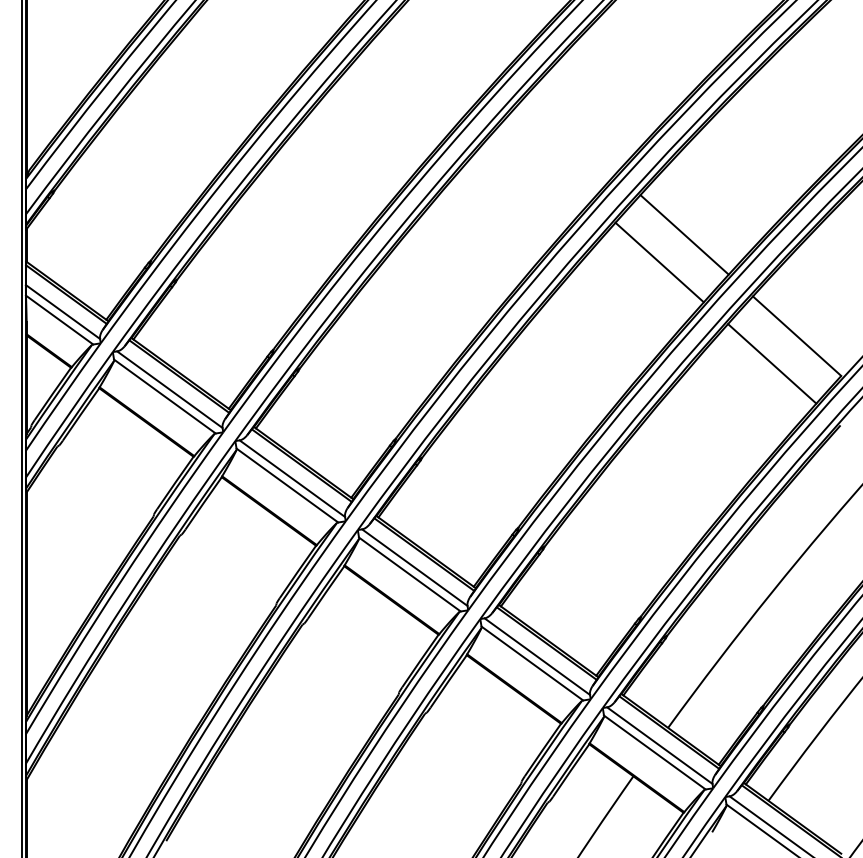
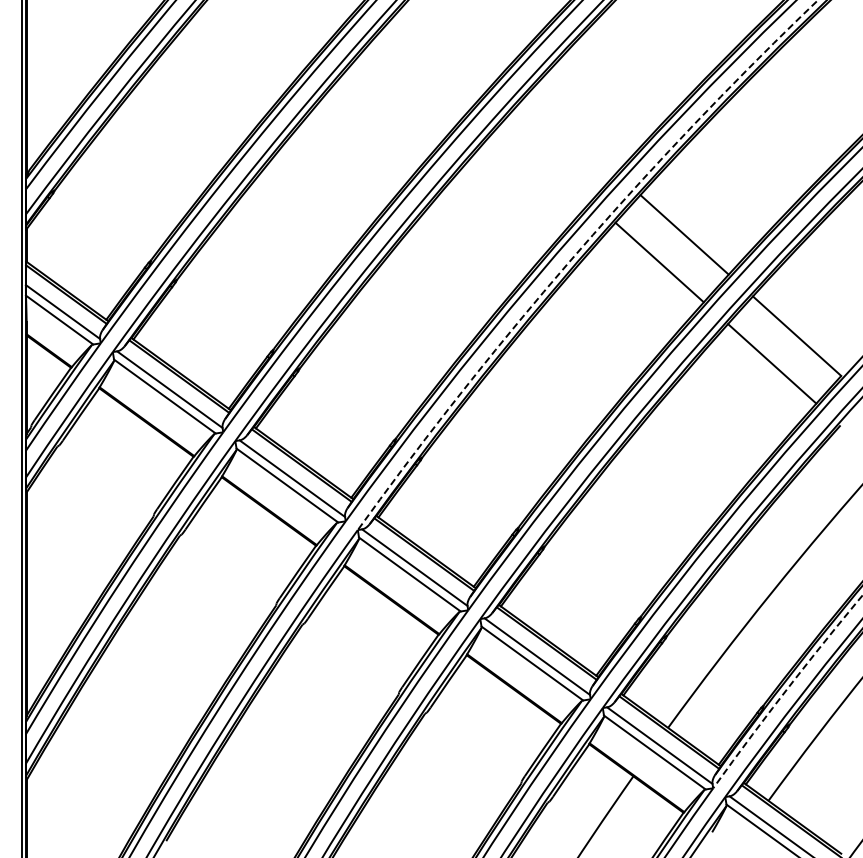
arc at (575, 254): solid -> dashed
arc at (786, 690): solid -> dashed
